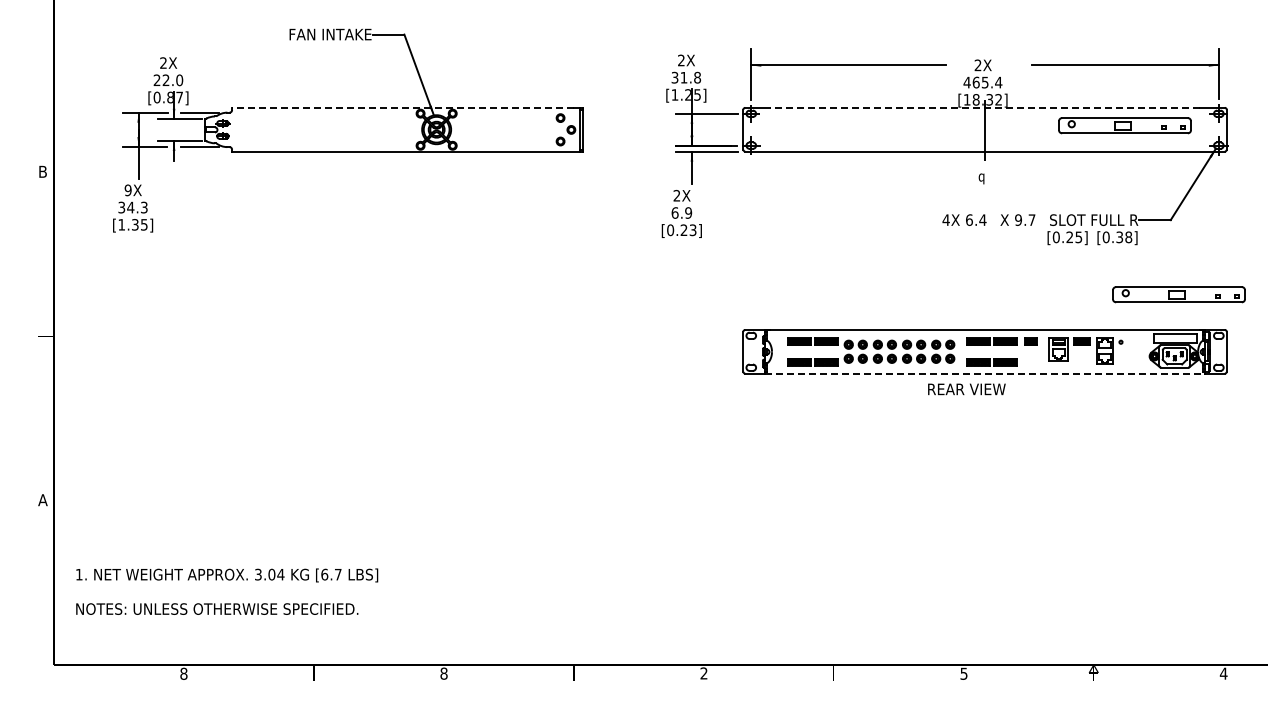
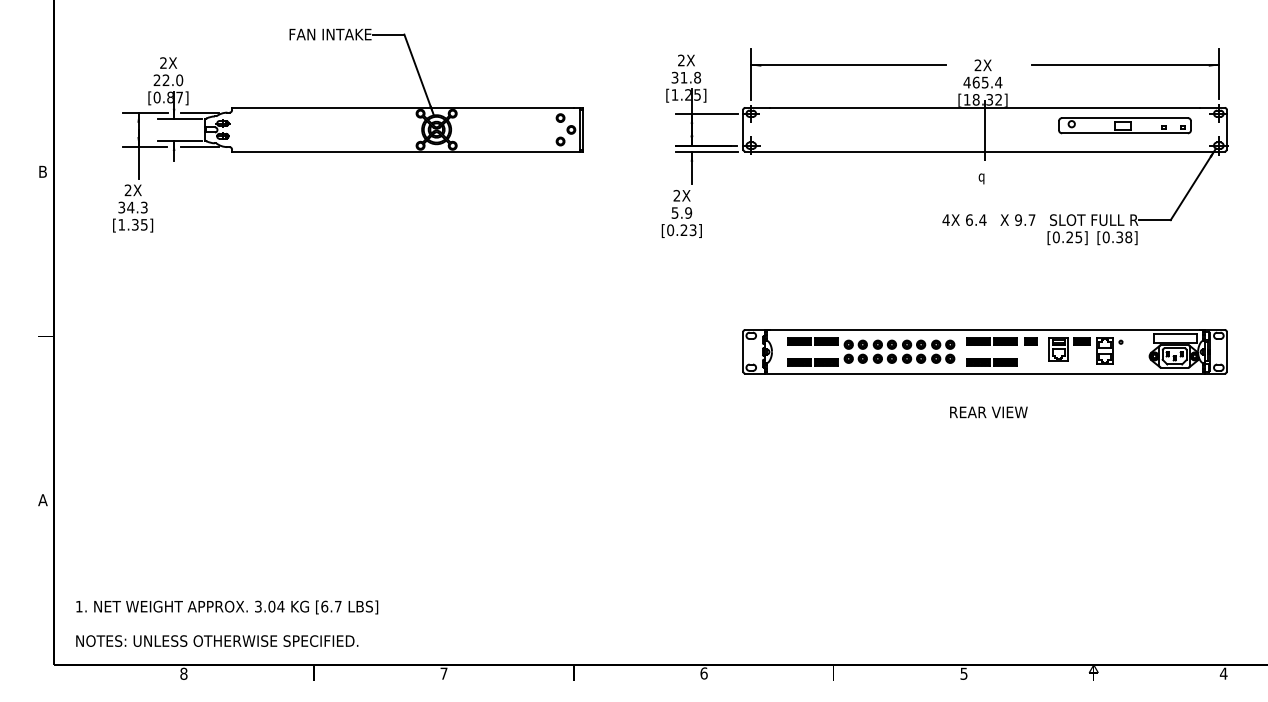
line at (402, 108): dashed -> solid
line at (984, 108): dashed -> solid
text at (127, 190): 9X -> 2X
text at (674, 212): 6.9 -> 5.9
part at (1178, 294): present -> none
line at (985, 373): dashed -> solid
text at (966, 389) position: (966, 389) -> (988, 412)
text at (227, 591) position: (227, 591) -> (227, 623)
text at (443, 673): 8 -> 7
text at (703, 673): 2 -> 6
